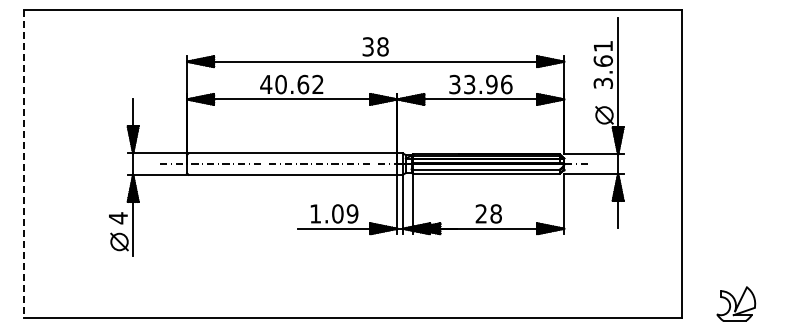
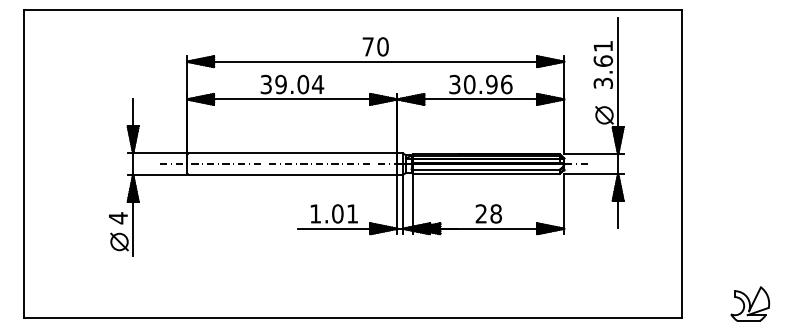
text at (375, 46): 38 -> 70
text at (292, 84): 40.62 -> 39.04
text at (469, 84): 33.96 -> 30.96
line at (23, 164): dashed -> solid
text at (352, 213): 1.09 -> 1.01
part at (736, 303) position: (736, 303) -> (750, 303)
